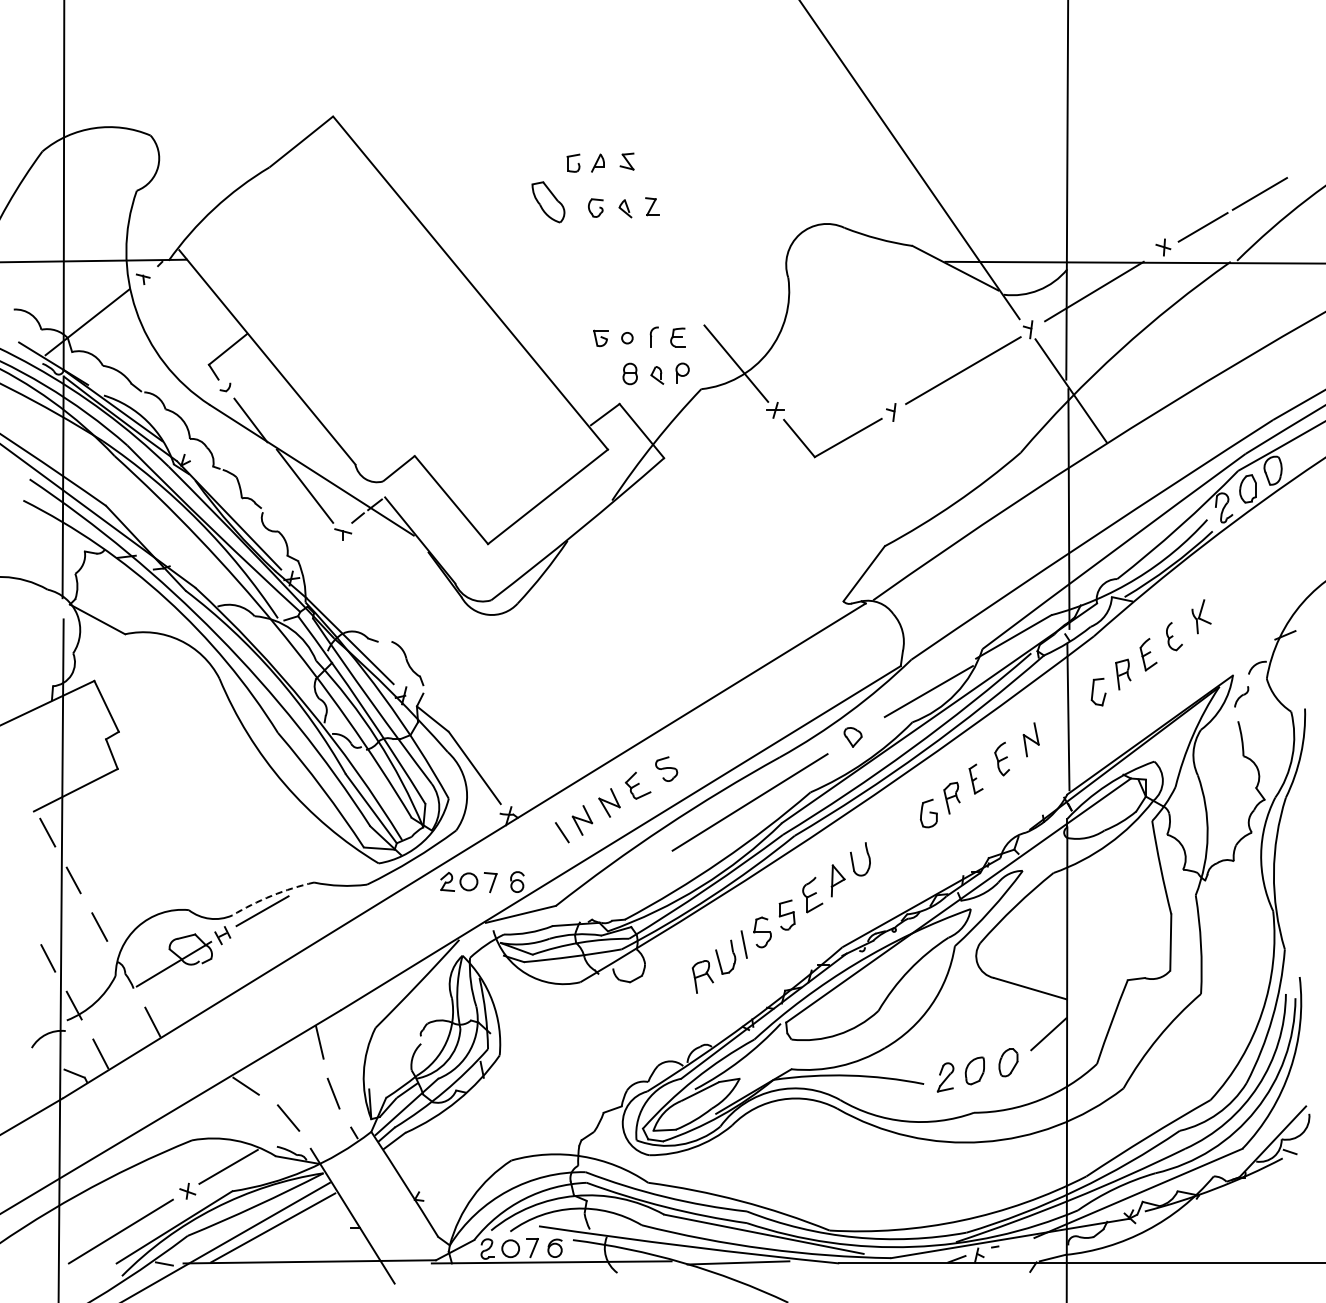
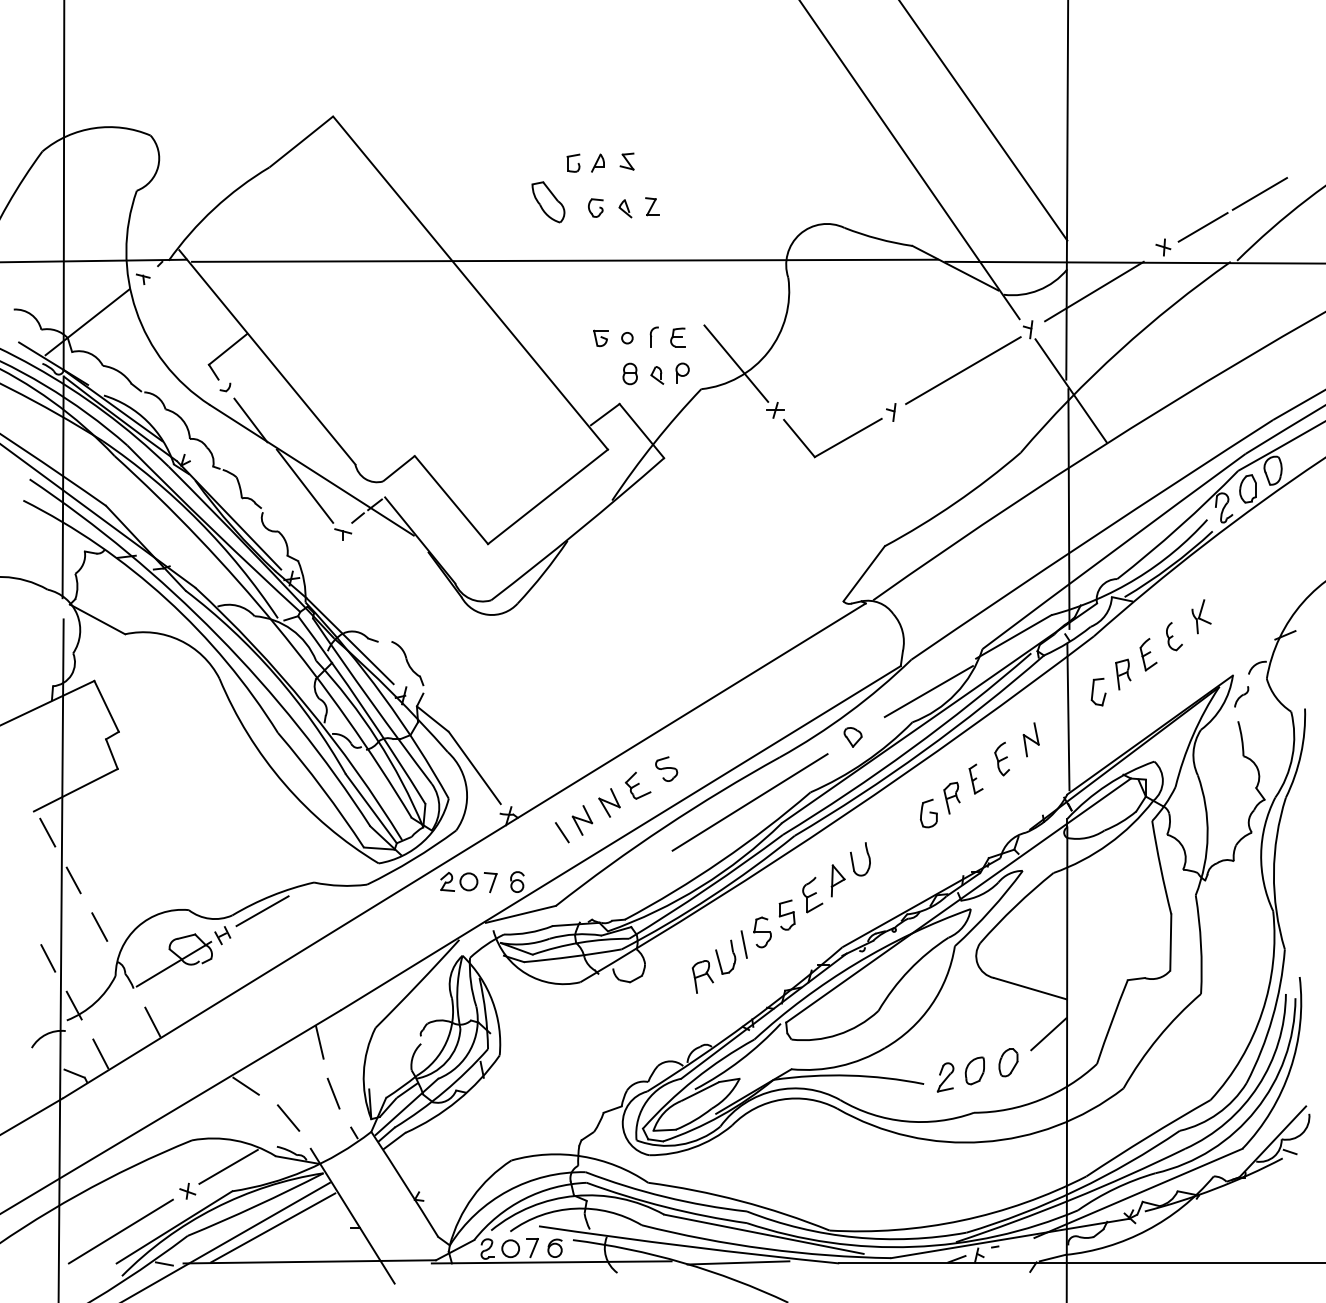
line at (983, 121): none -> present
line at (564, 260): none -> present
arc at (271, 895): dashed -> solid
